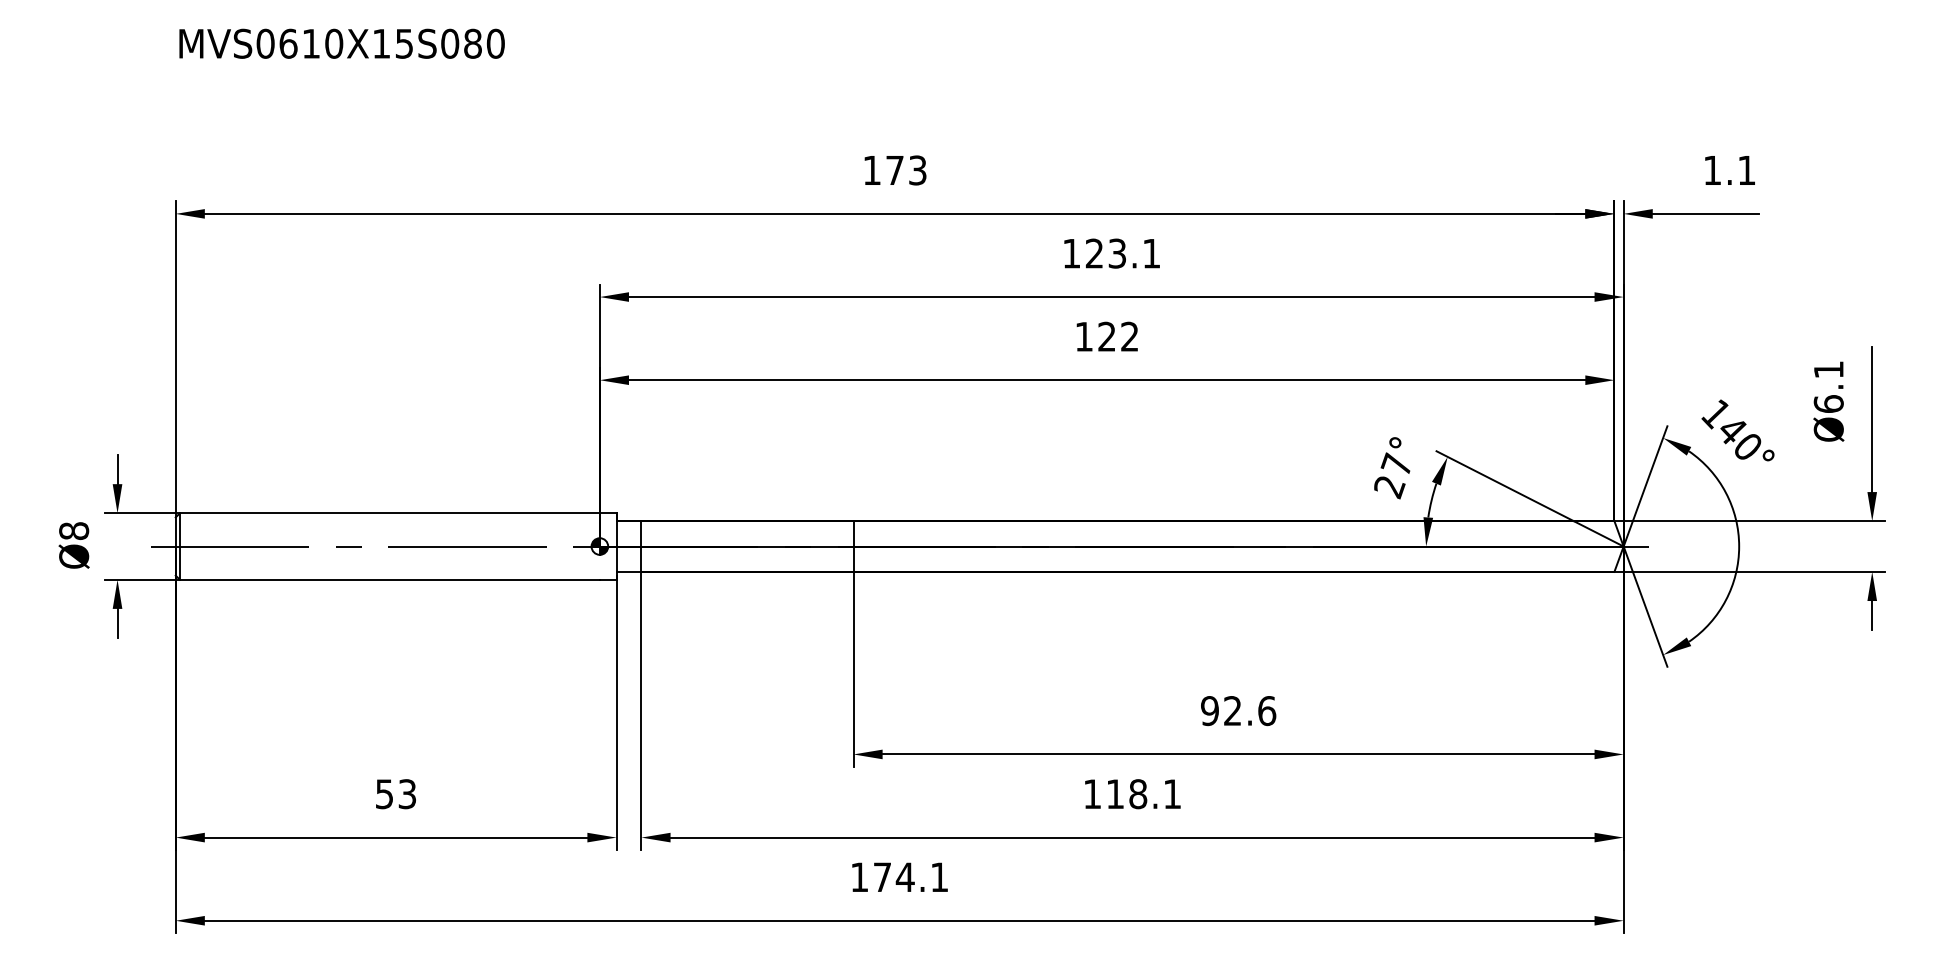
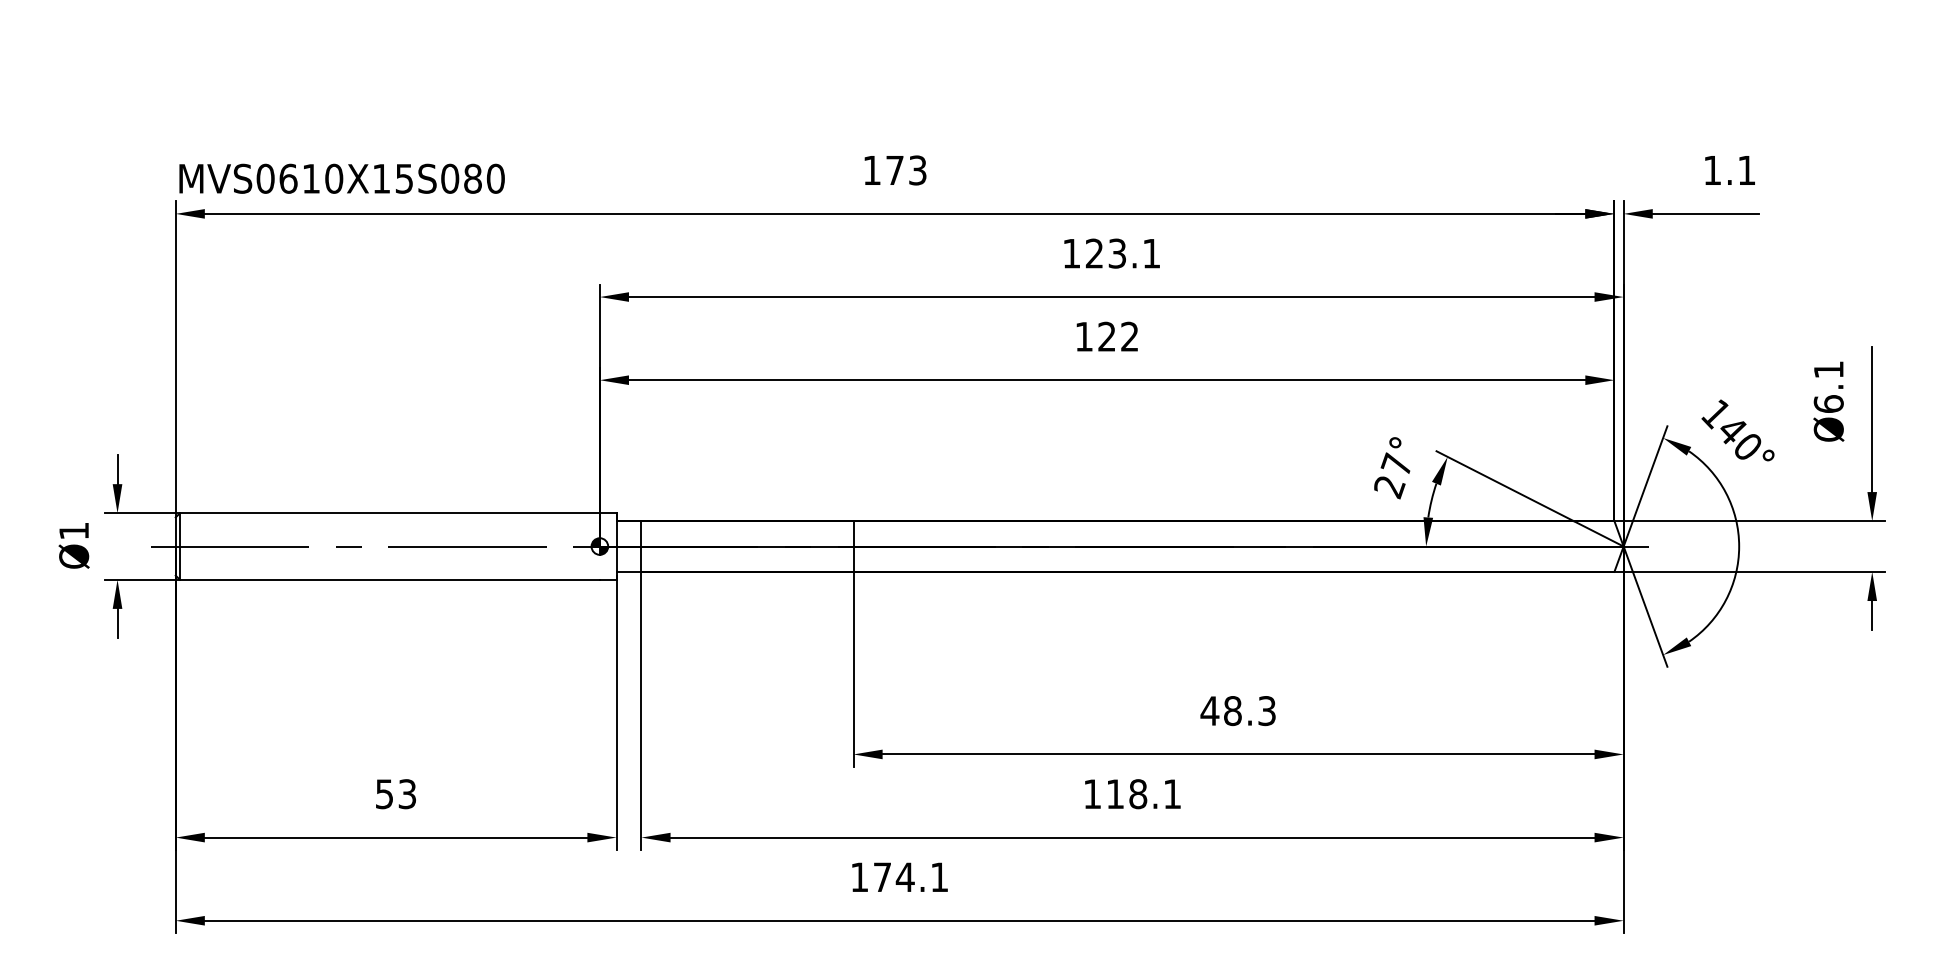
text at (341, 43) position: (341, 43) -> (341, 178)
text at (74, 531): Ø8 -> Ø1
text at (1238, 711): 92.6 -> 48.3
